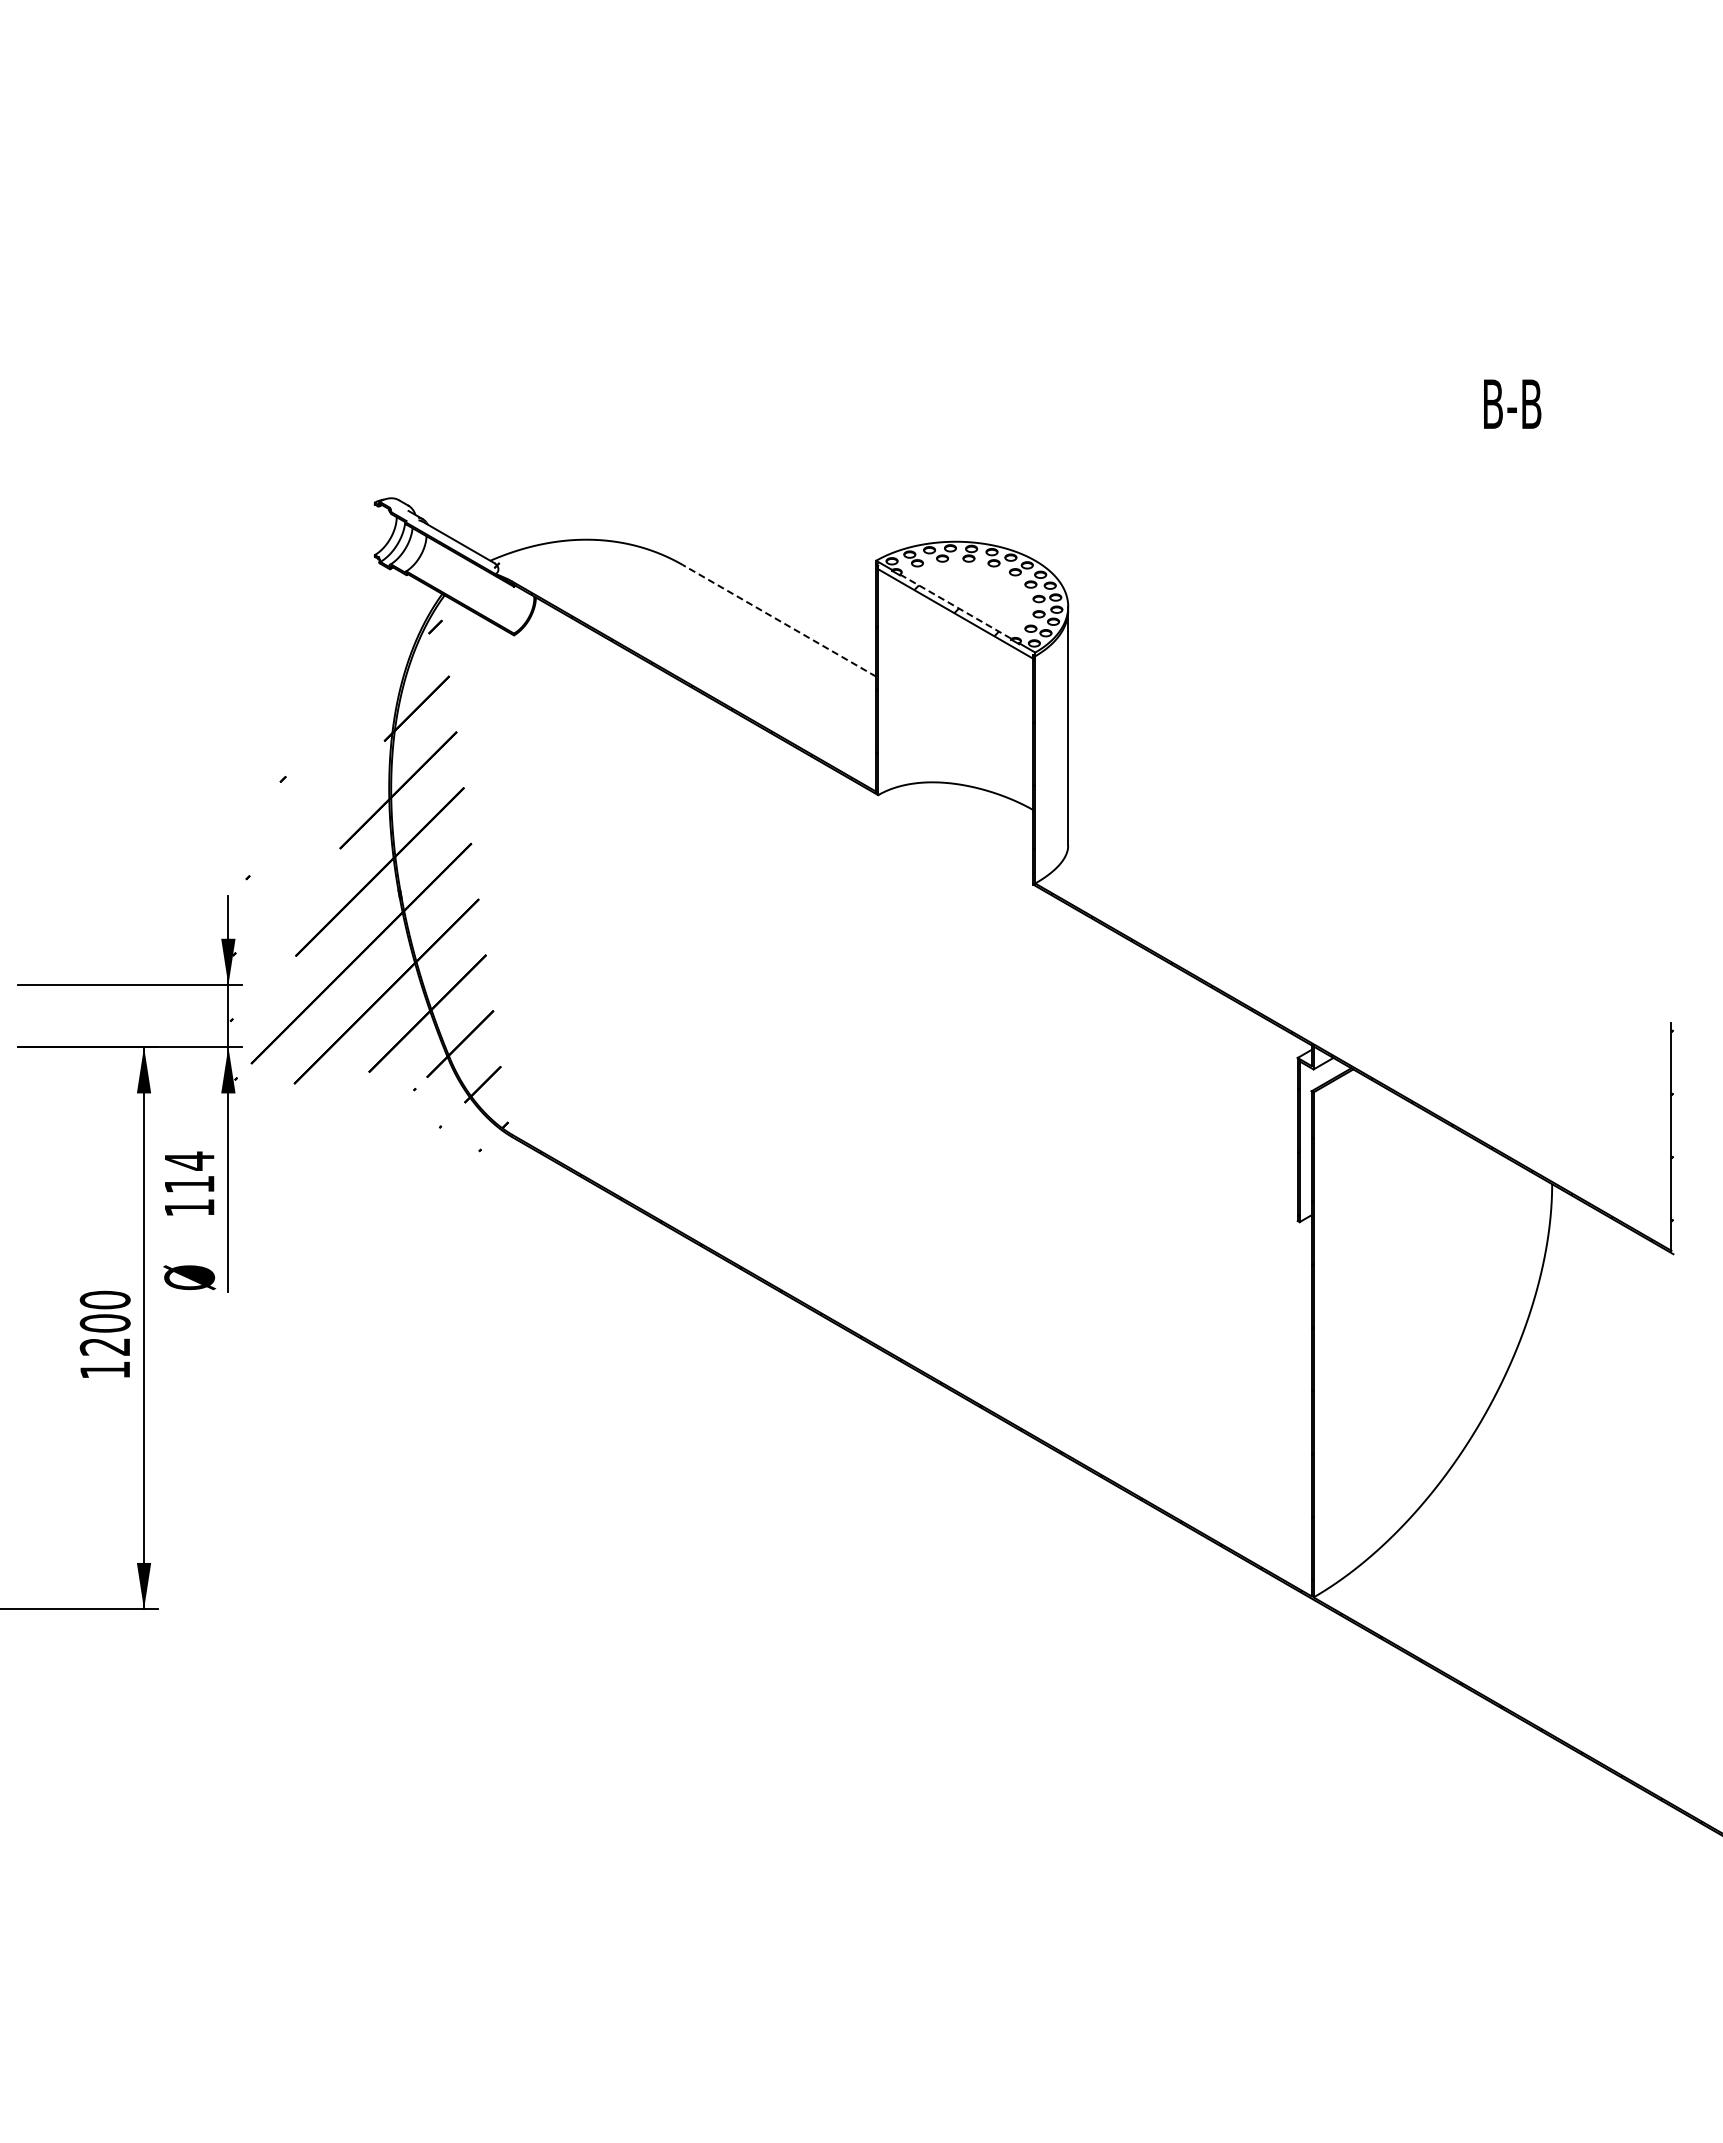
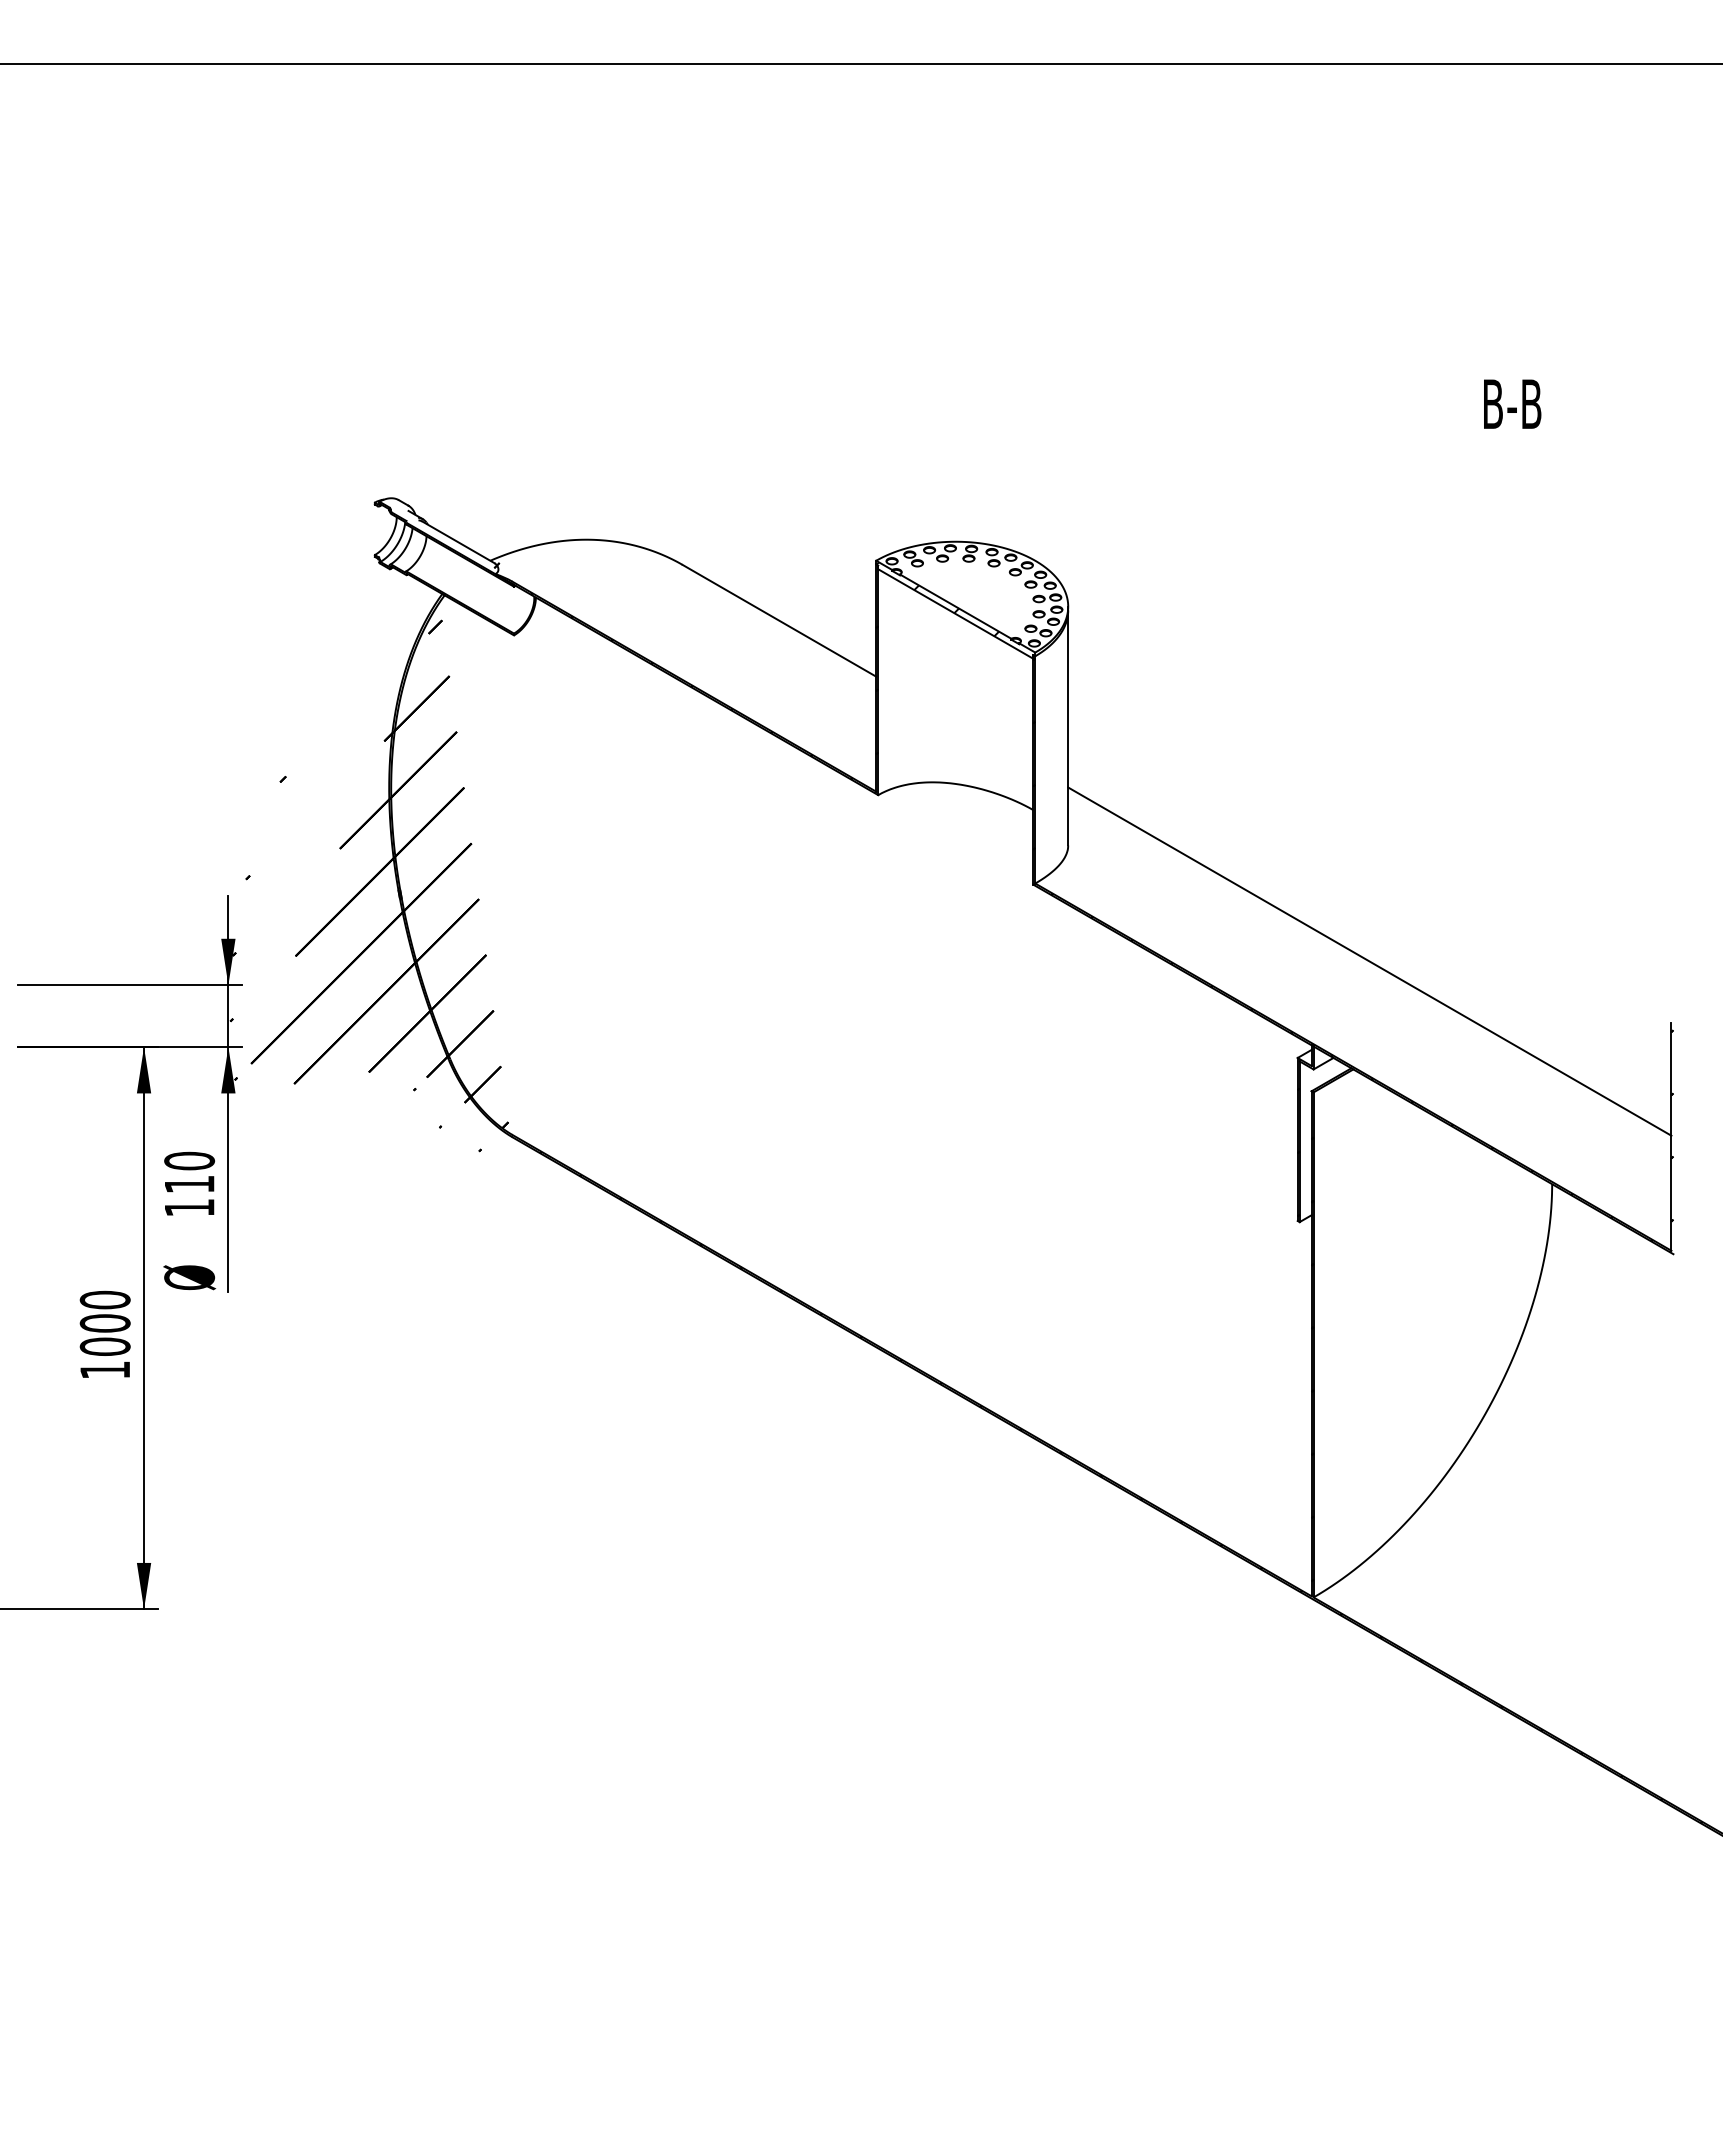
line at (860, 64): none -> present
line at (956, 606): dashed -> solid
line at (779, 620): dashed -> solid
line at (1369, 961): none -> present
text at (189, 1160): 114 -> 110
text at (104, 1346): 1200 -> 1000
